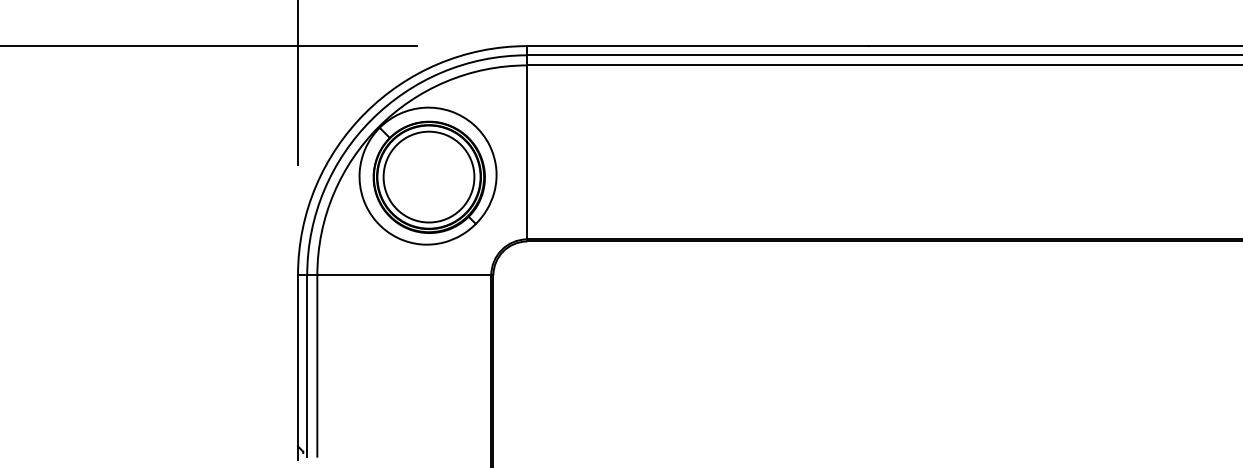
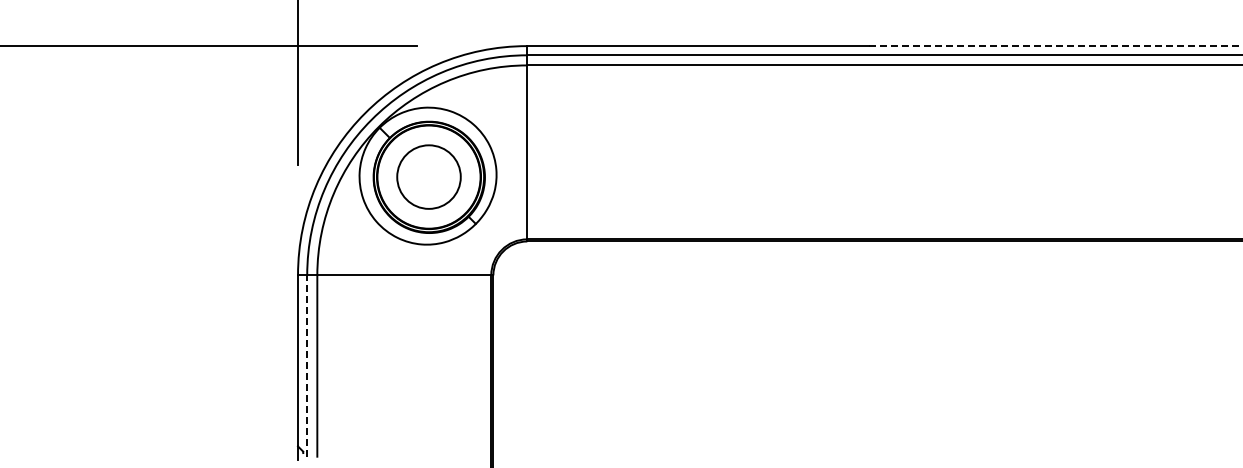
line at (1055, 46): solid -> dashed
circle at (428, 176) diameter: 91 px -> 64 px
line at (307, 366): solid -> dashed
